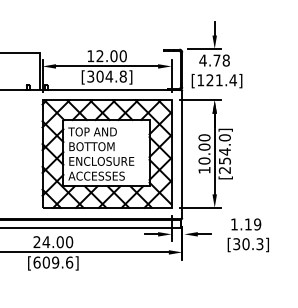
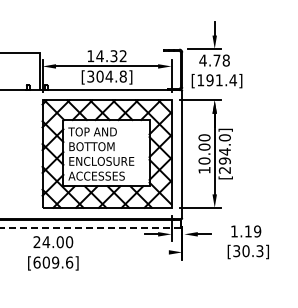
text at (111, 56): 12.00 -> 14.32
text at (209, 80): [121.4] -> [191.4]
text at (224, 160): [254.0] -> [294.0]
line at (90, 227): solid -> dashed
text at (247, 235) position: (247, 235) -> (247, 242)
line at (85, 252): present -> none
